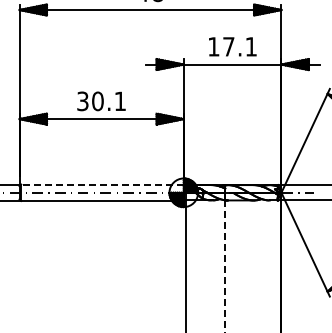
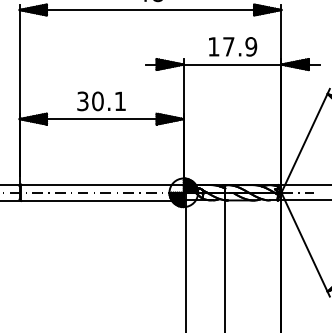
text at (251, 46): 17.1 -> 17.9
line at (102, 184): dashed -> solid
line at (224, 266): dashed -> solid
